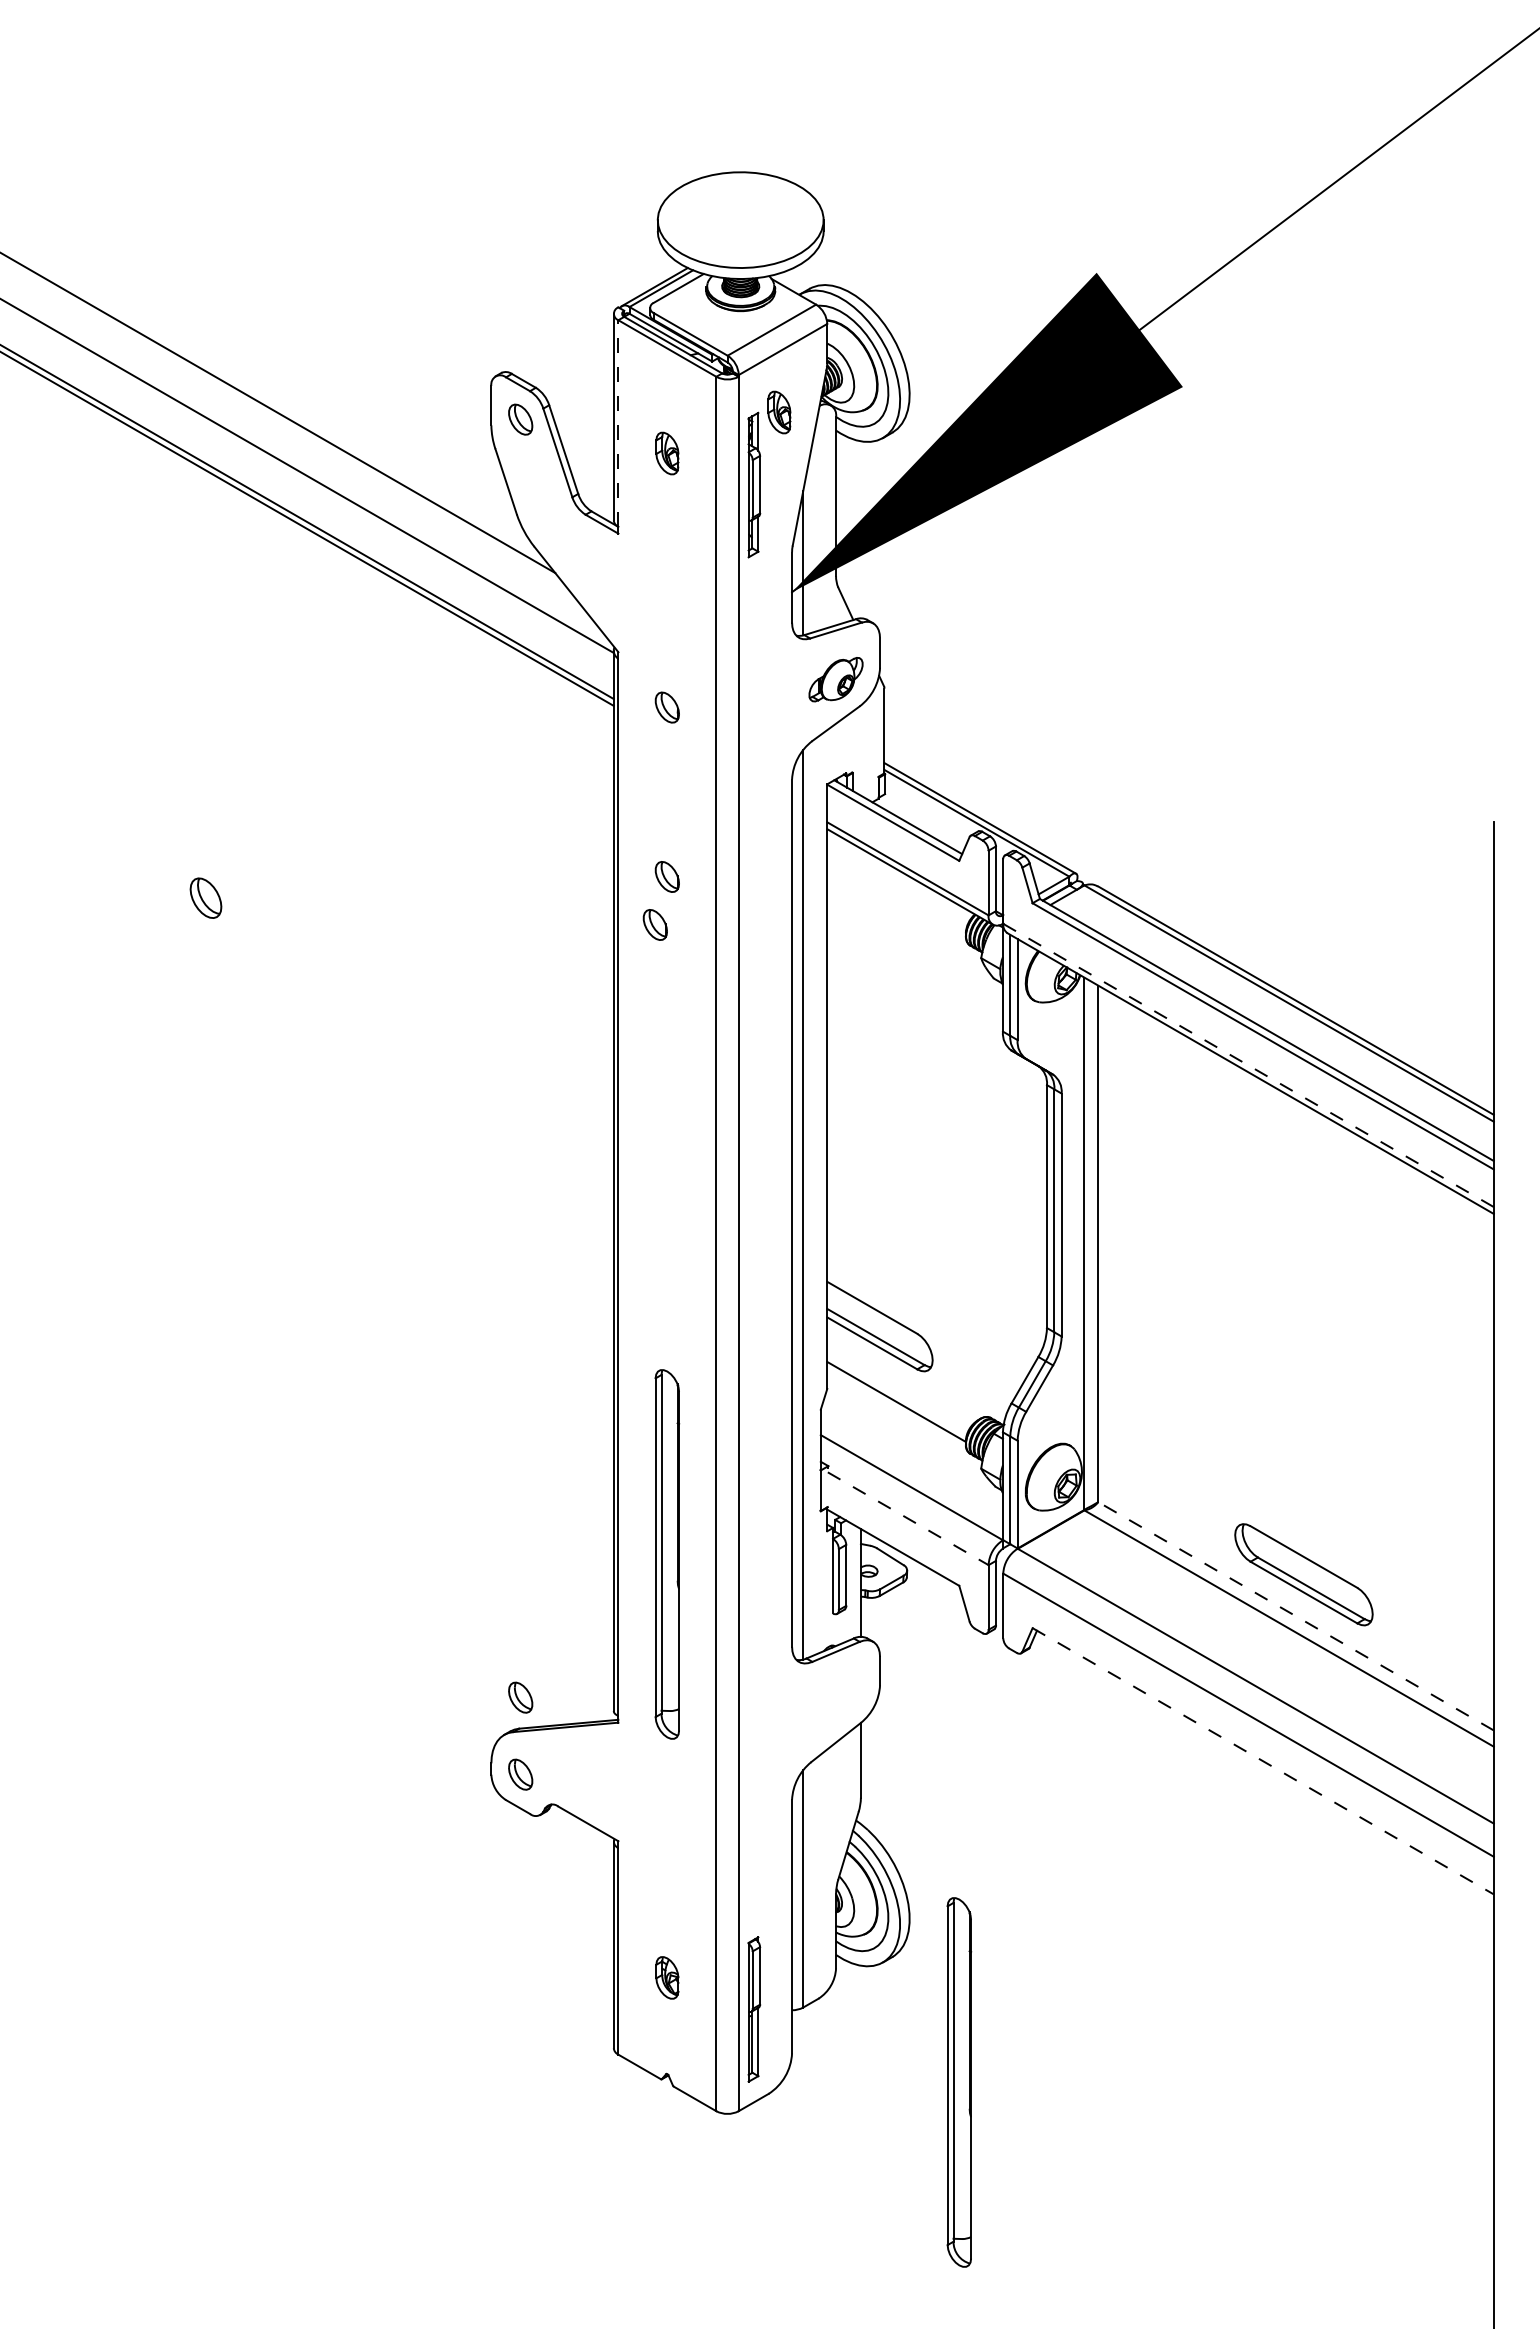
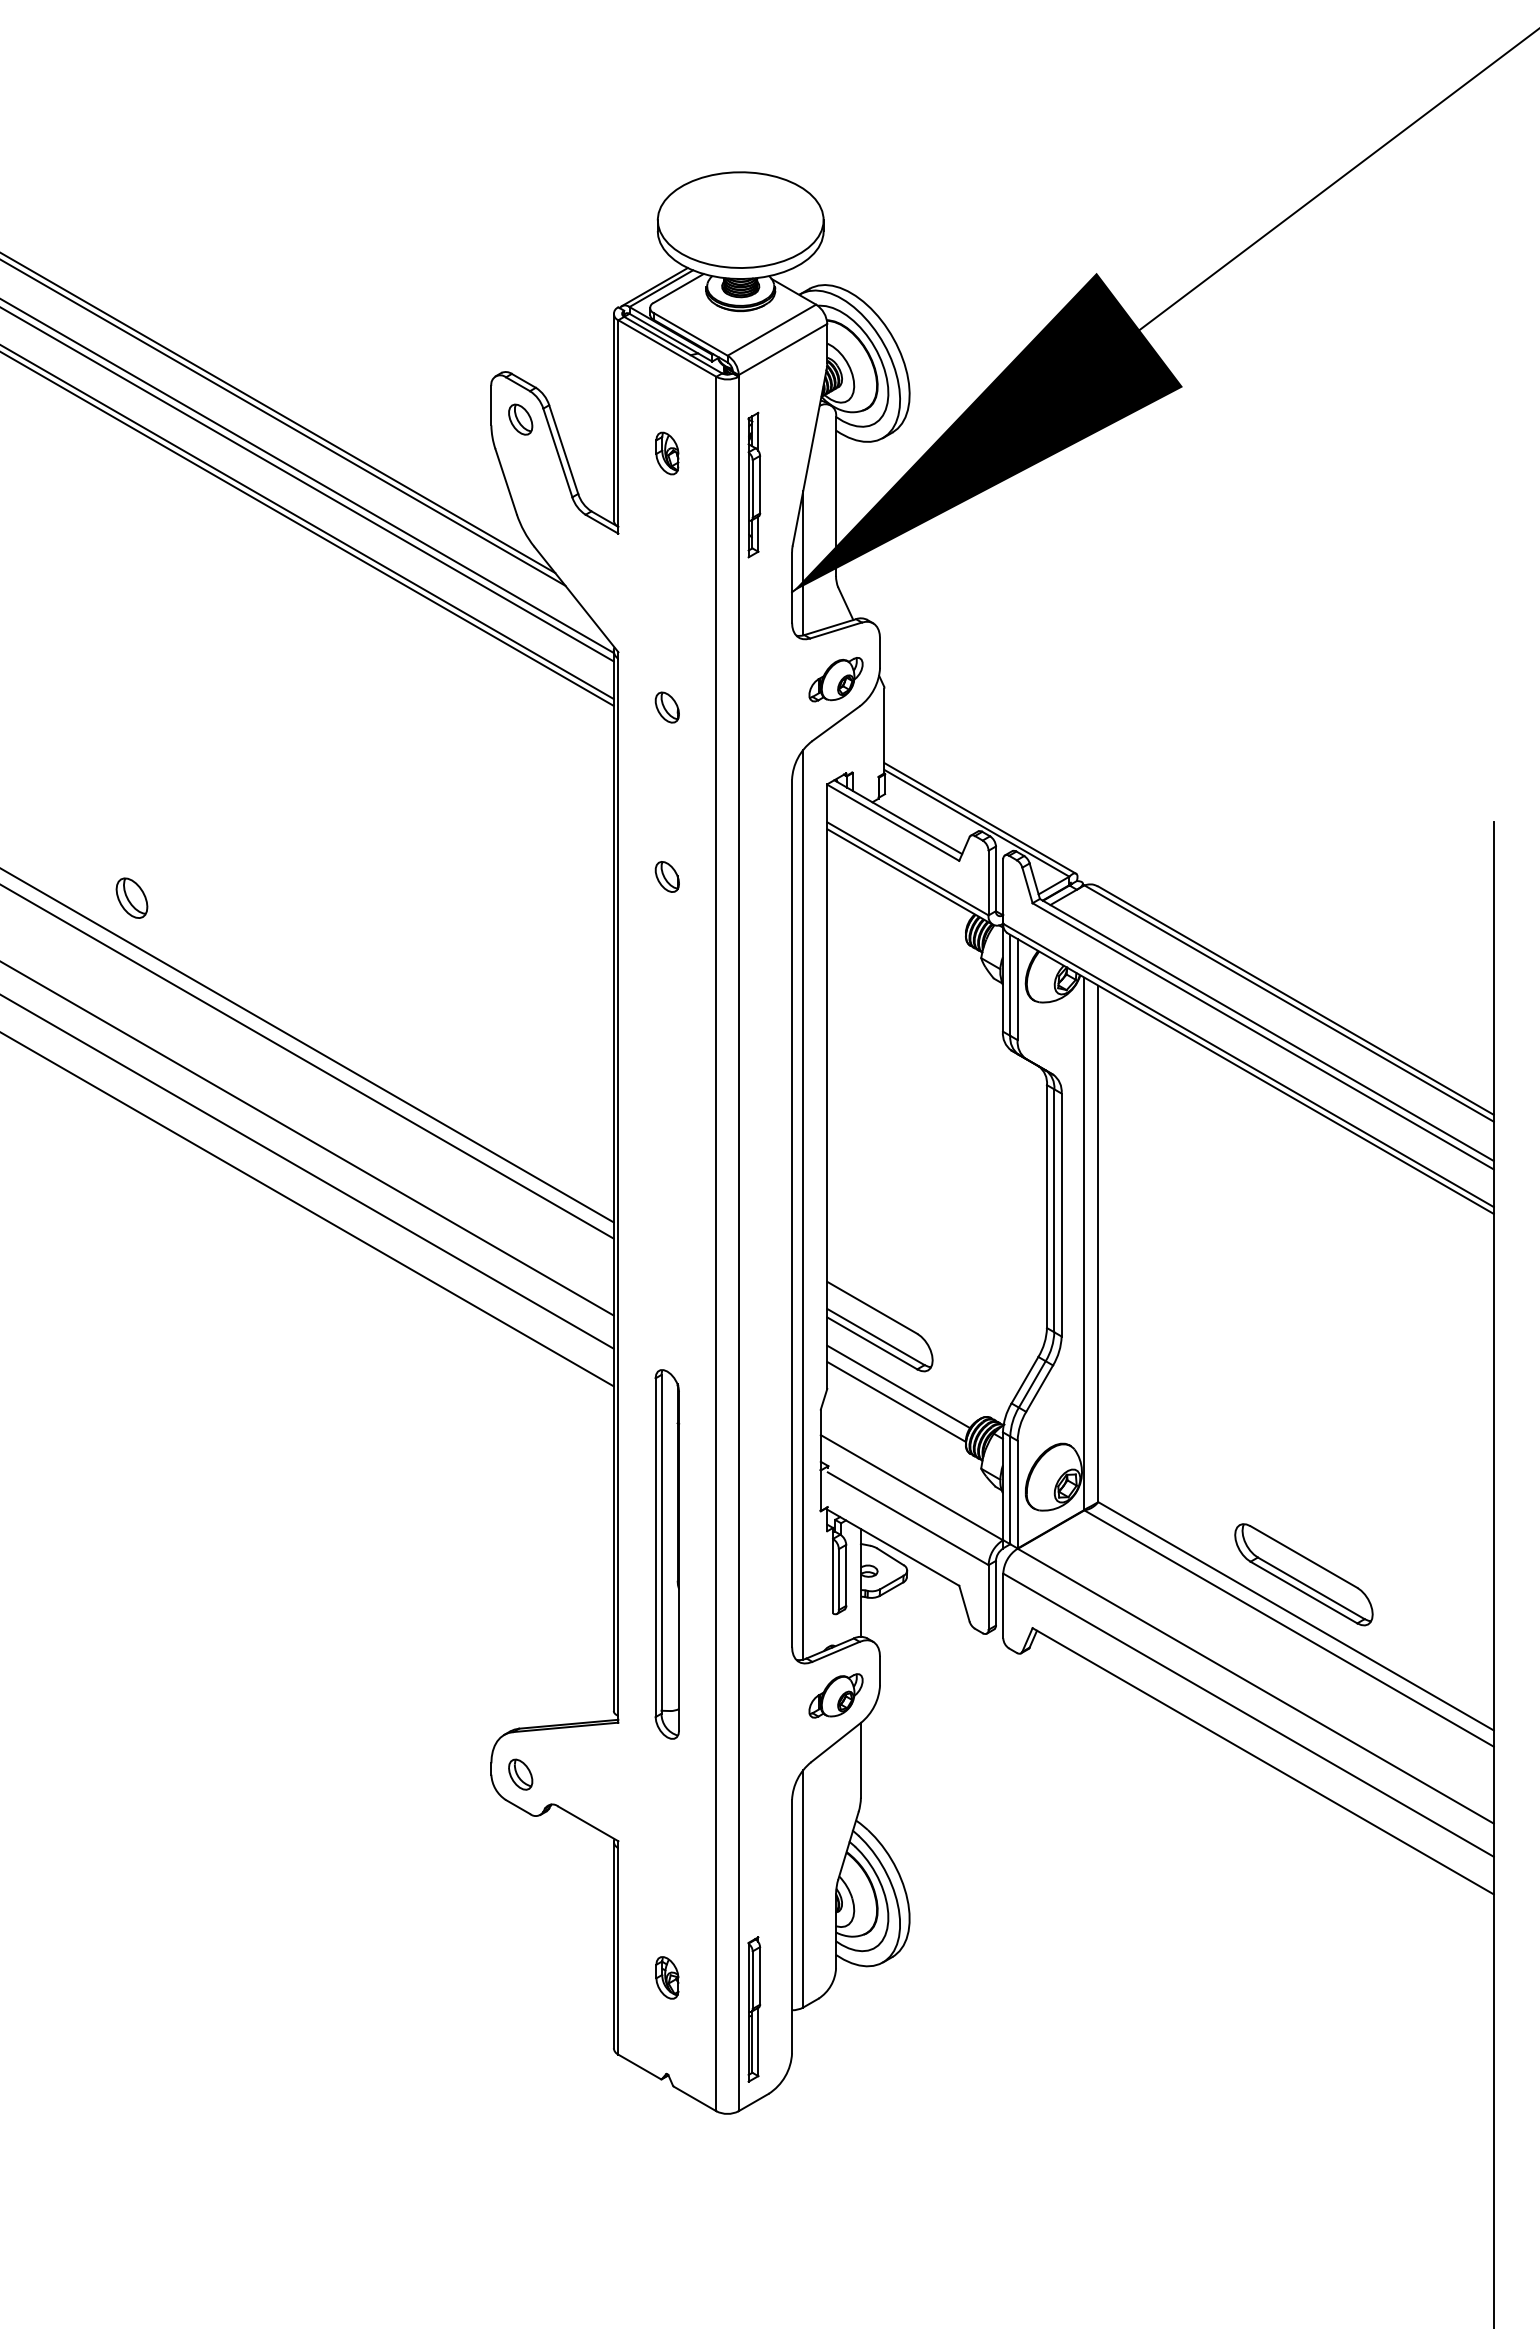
part at (779, 412): present -> none
line at (283, 422): none -> present
line at (618, 423): dashed -> solid
line at (307, 484): none -> present
part at (205, 897) position: (205, 897) -> (131, 897)
part at (654, 924): present -> none
line at (307, 1045): none -> present
line at (307, 1061): none -> present
line at (1248, 1065): dashed -> solid
line at (307, 1138): none -> present
line at (307, 1171): none -> present
line at (307, 1209): none -> present
line at (898, 1386): none -> present
line at (908, 1518): dashed -> solid
line at (1295, 1616): dashed -> solid
part at (835, 1695): none -> present
part at (520, 1697): present -> none
line at (1263, 1761): dashed -> solid
part at (959, 2082): present -> none
